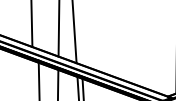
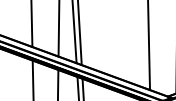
line at (79, 33): none -> present
line at (149, 46): none -> present
line at (38, 78) position: (38, 78) -> (32, 78)
